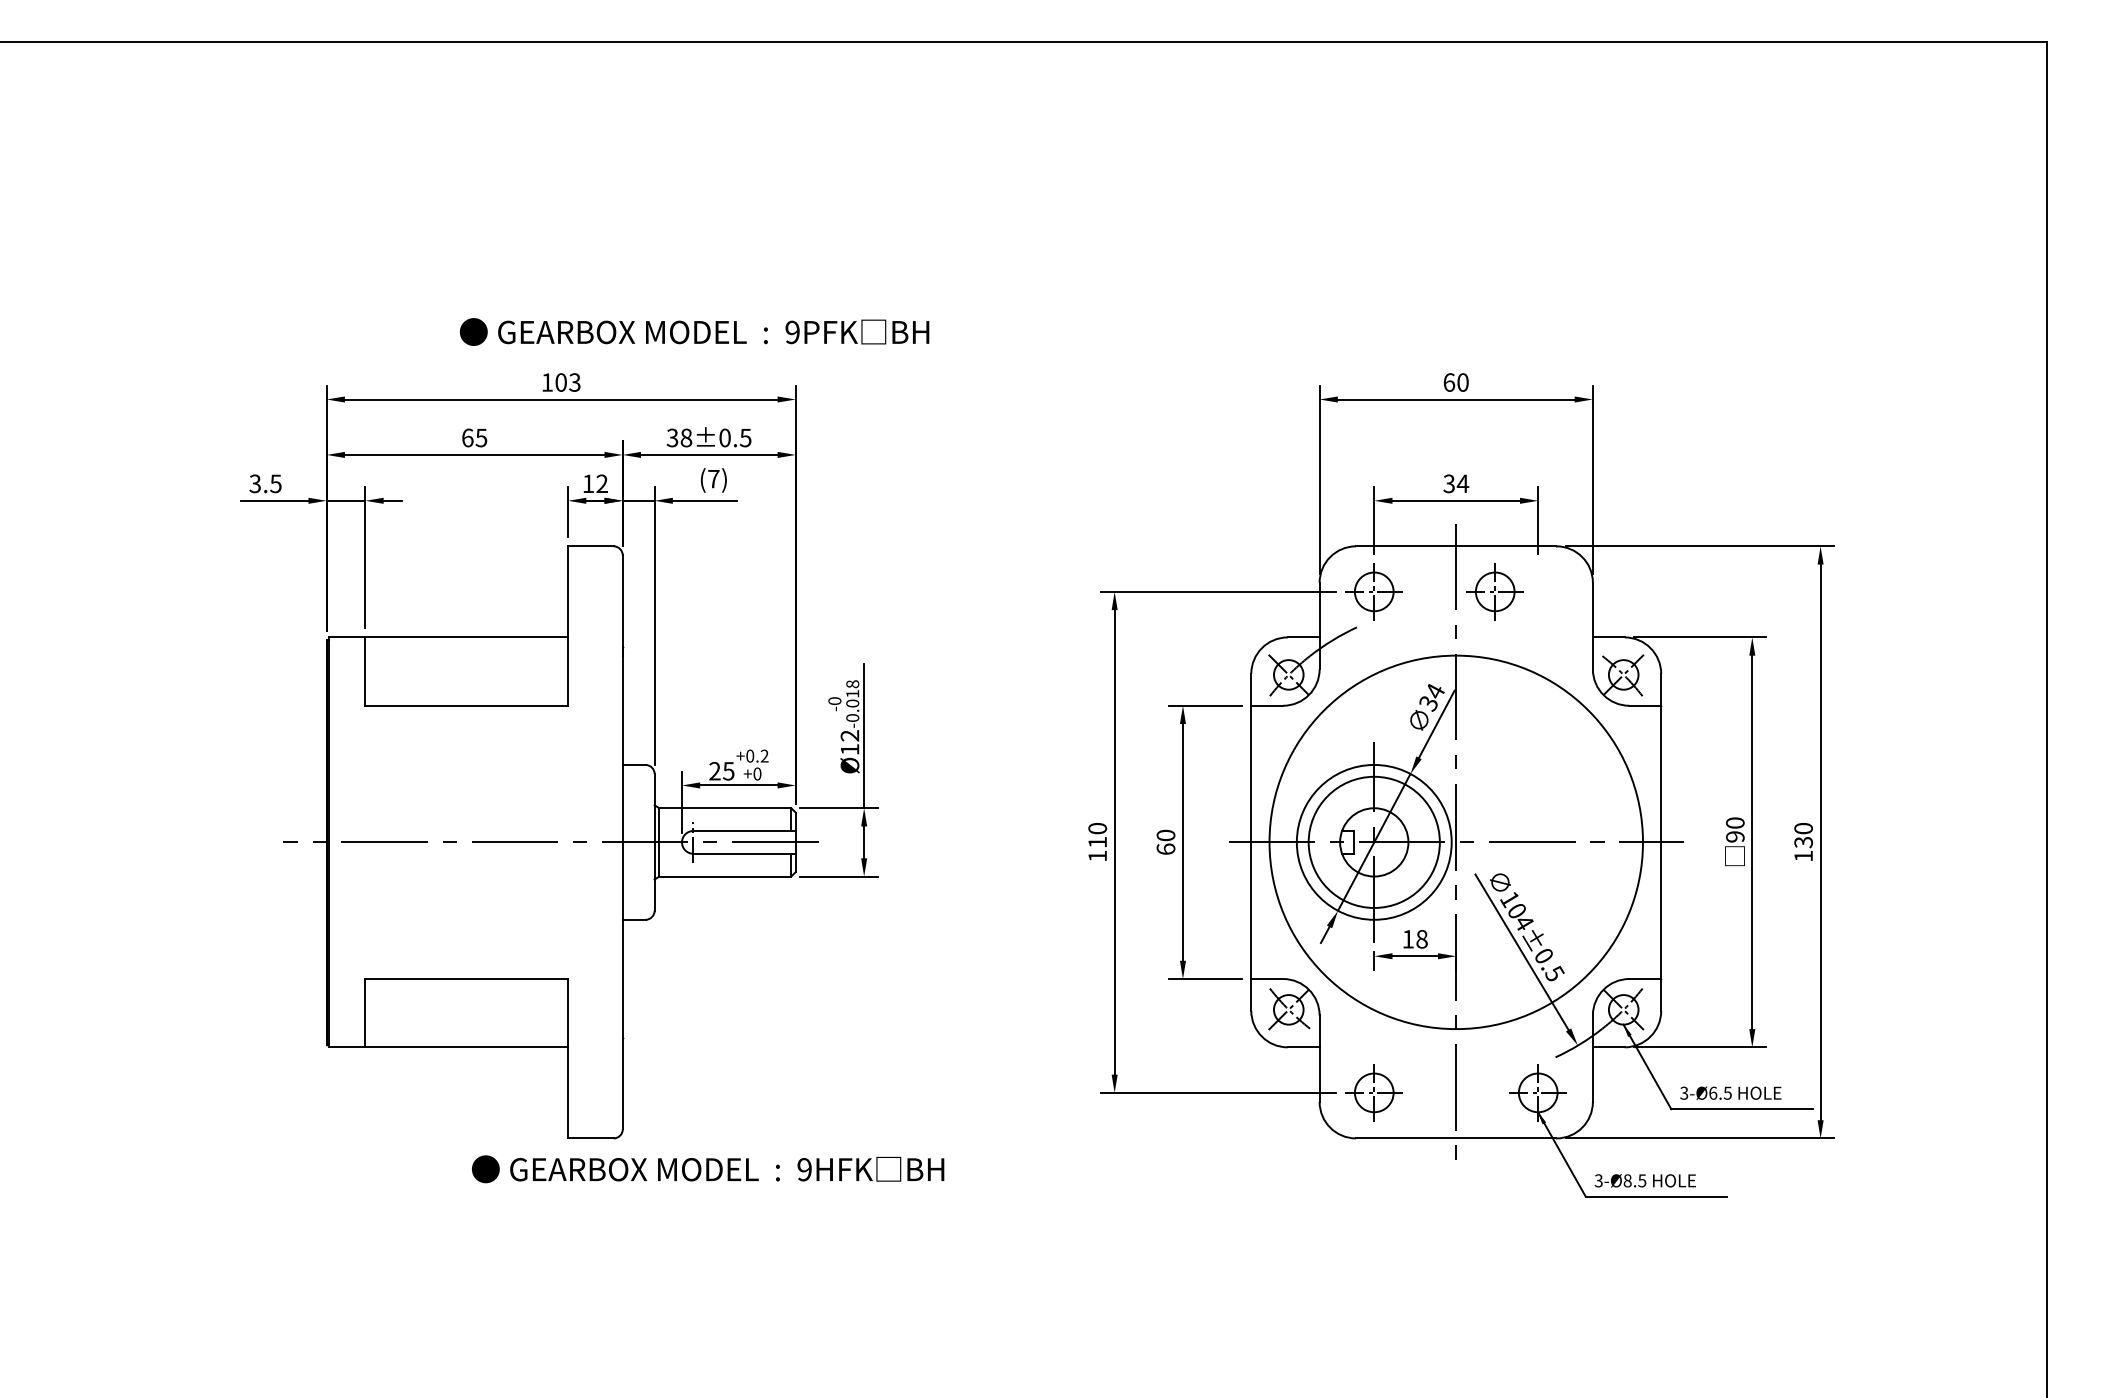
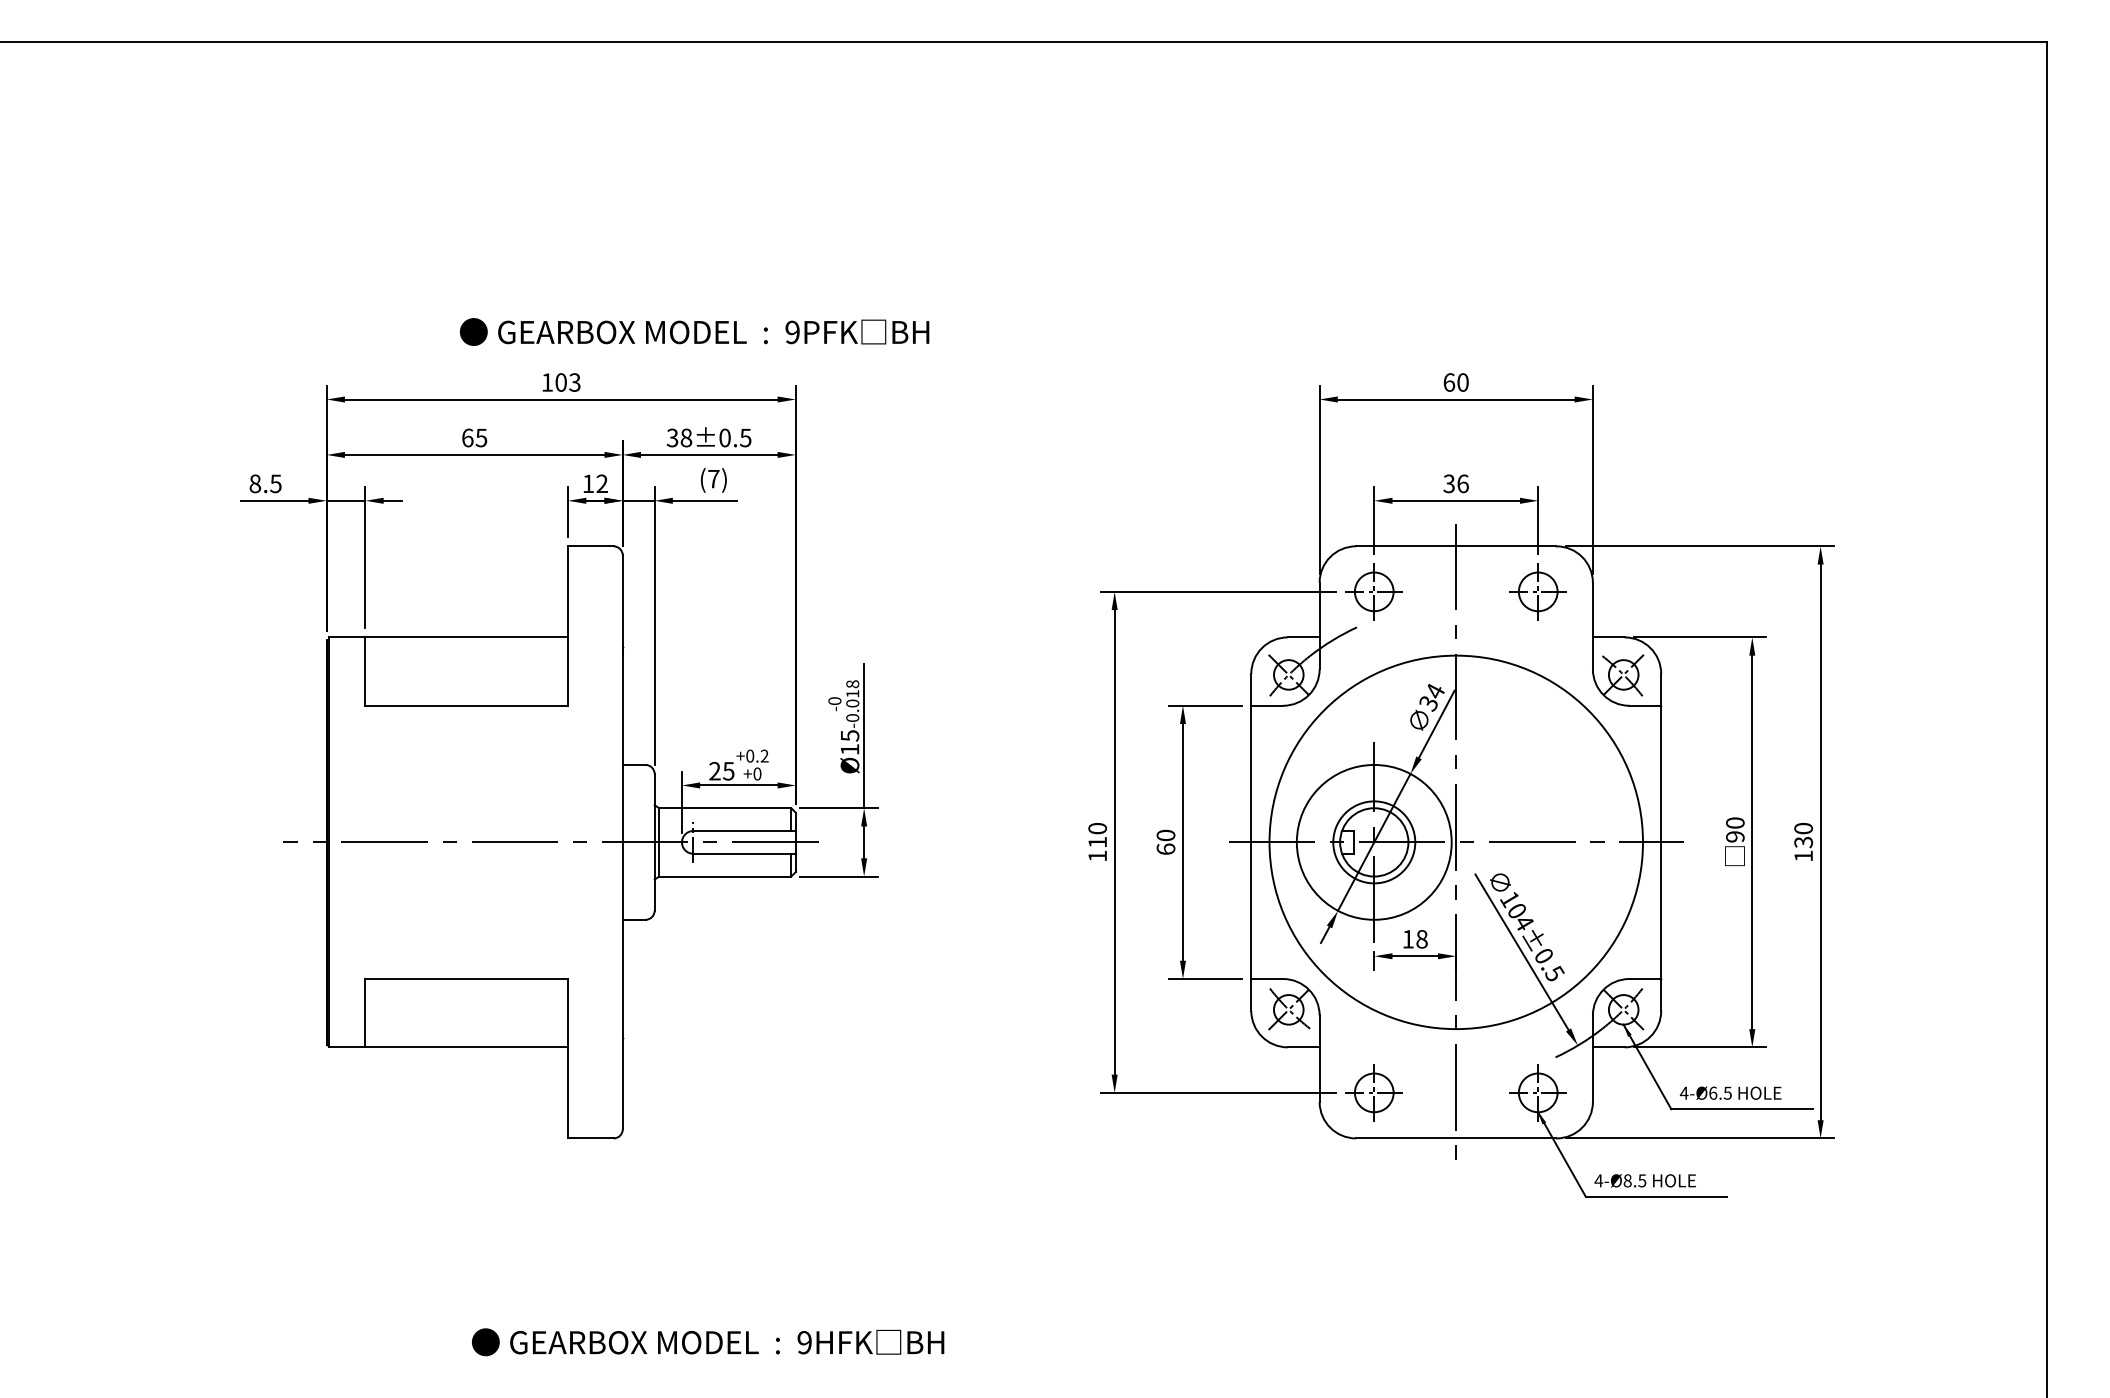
text at (255, 483): 3.5 -> 8.5
text at (1462, 483): 34 -> 36
part at (1494, 591) position: (1494, 591) -> (1537, 591)
text at (849, 735): Ø12 -> Ø15
circle at (1373, 841) diameter: 131 px -> 82 px
text at (1683, 1092): 3-Ø6.5 -> 4-Ø6.5
text at (708, 1169) position: (708, 1169) -> (708, 1342)
text at (1598, 1180): 3-Ø8.5 -> 4-Ø8.5
